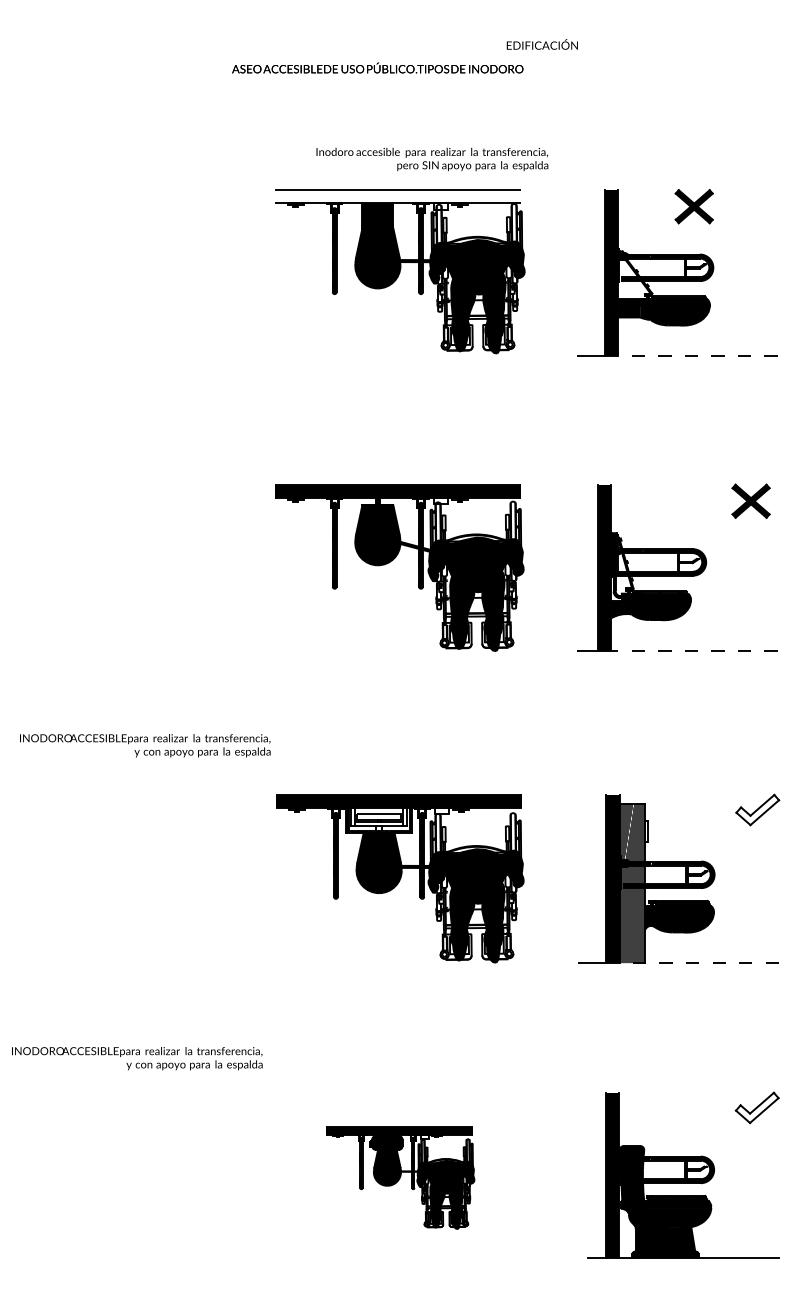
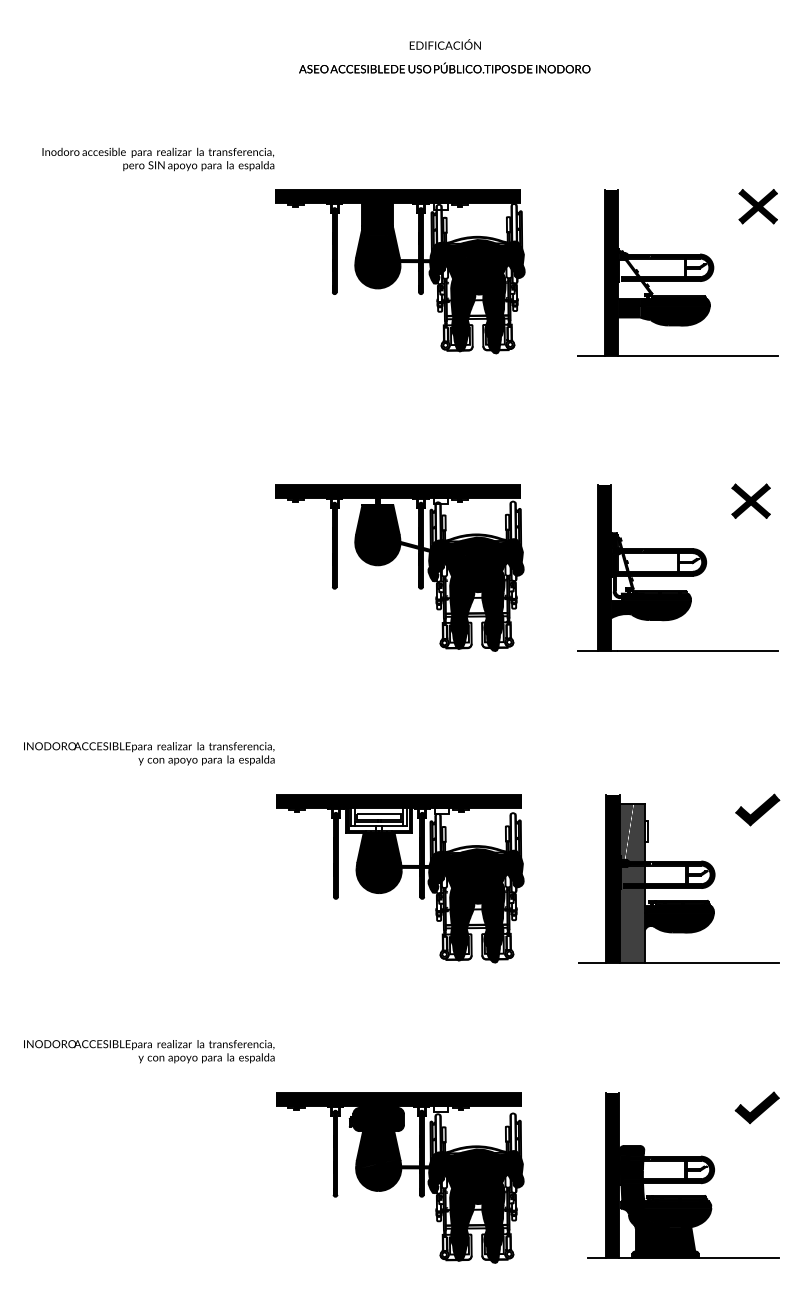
text at (541, 44) position: (541, 44) -> (444, 44)
text at (377, 67) position: (377, 67) -> (444, 67)
text at (432, 159) position: (432, 159) -> (158, 159)
fill at (397, 196): none -> present
part at (693, 206) position: (693, 206) -> (757, 206)
line at (698, 356): dashed -> solid
line at (698, 650): dashed -> solid
text at (145, 745) position: (145, 745) -> (149, 753)
fill at (757, 809): none -> present
line at (699, 963): dashed -> solid
text at (137, 1058) position: (137, 1058) -> (149, 1051)
fill at (757, 1107): none -> present
part at (400, 1177) size: 150x104 px -> 249x172 px
